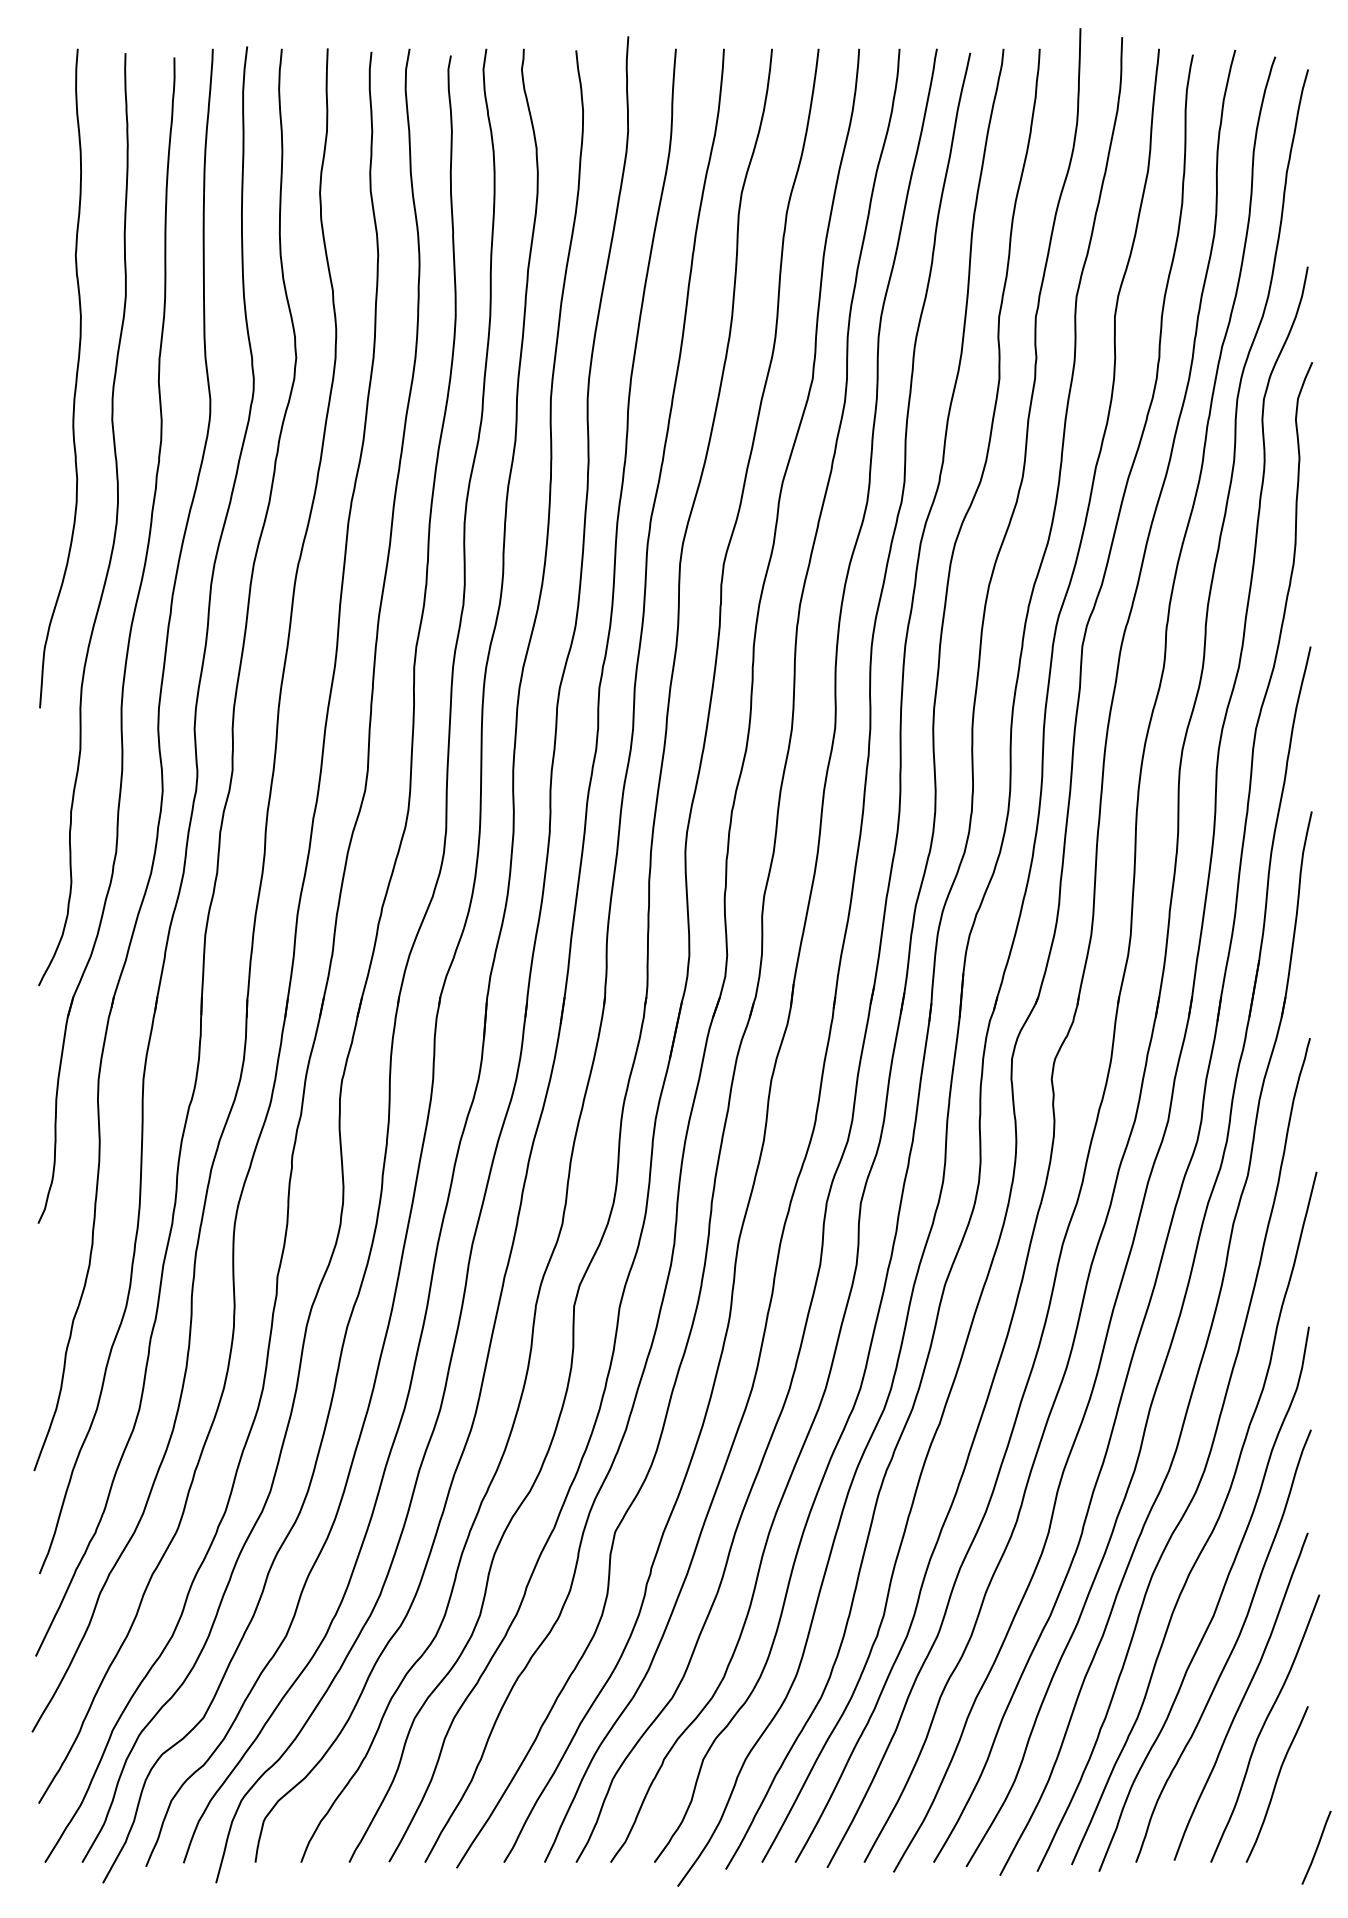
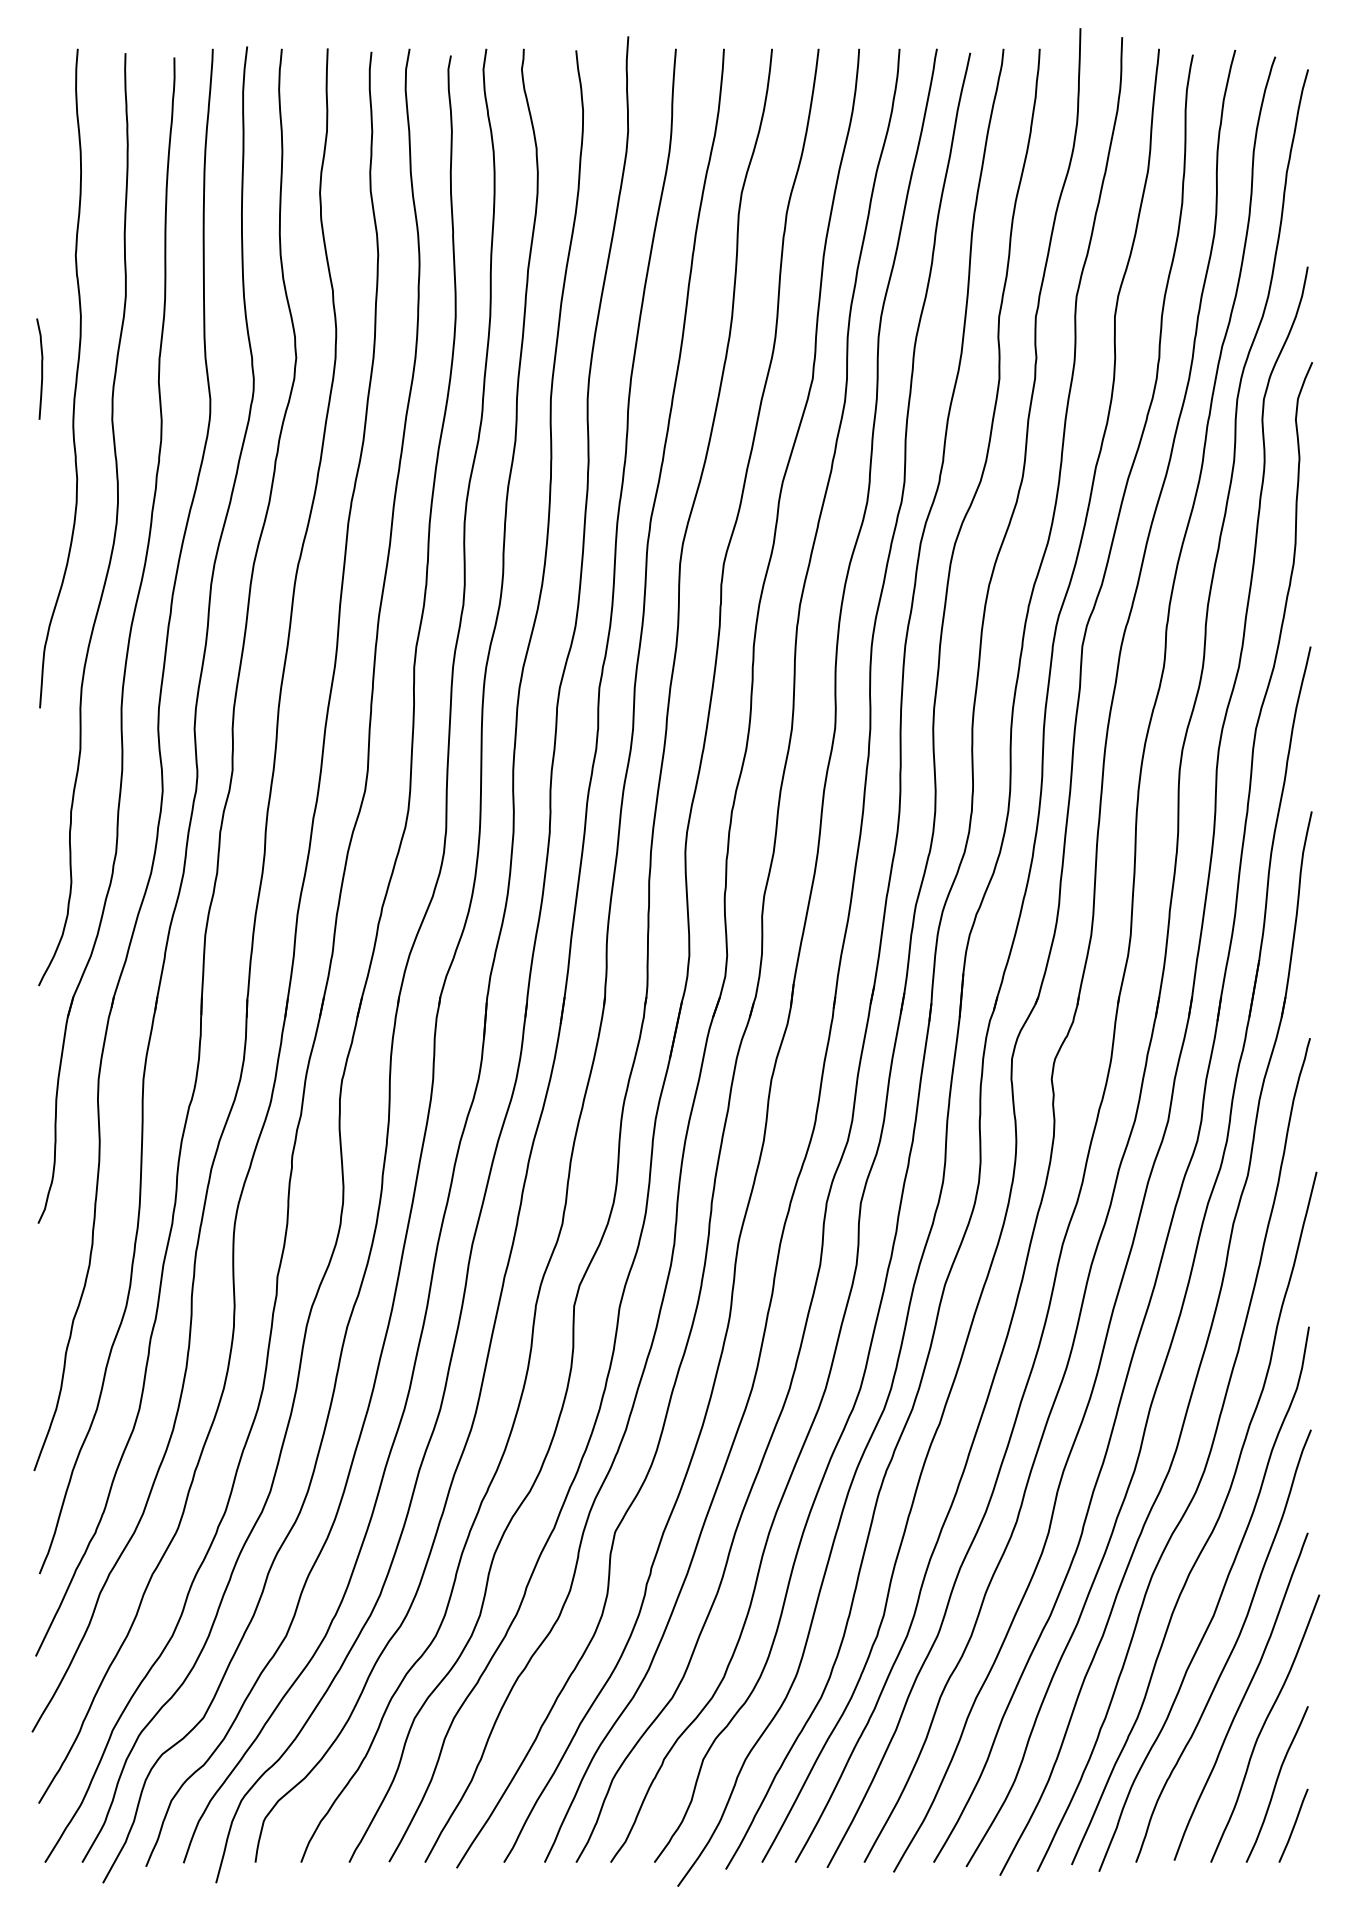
curve at (41, 368): none -> present
line at (1316, 1847) position: (1316, 1847) -> (1293, 1825)
